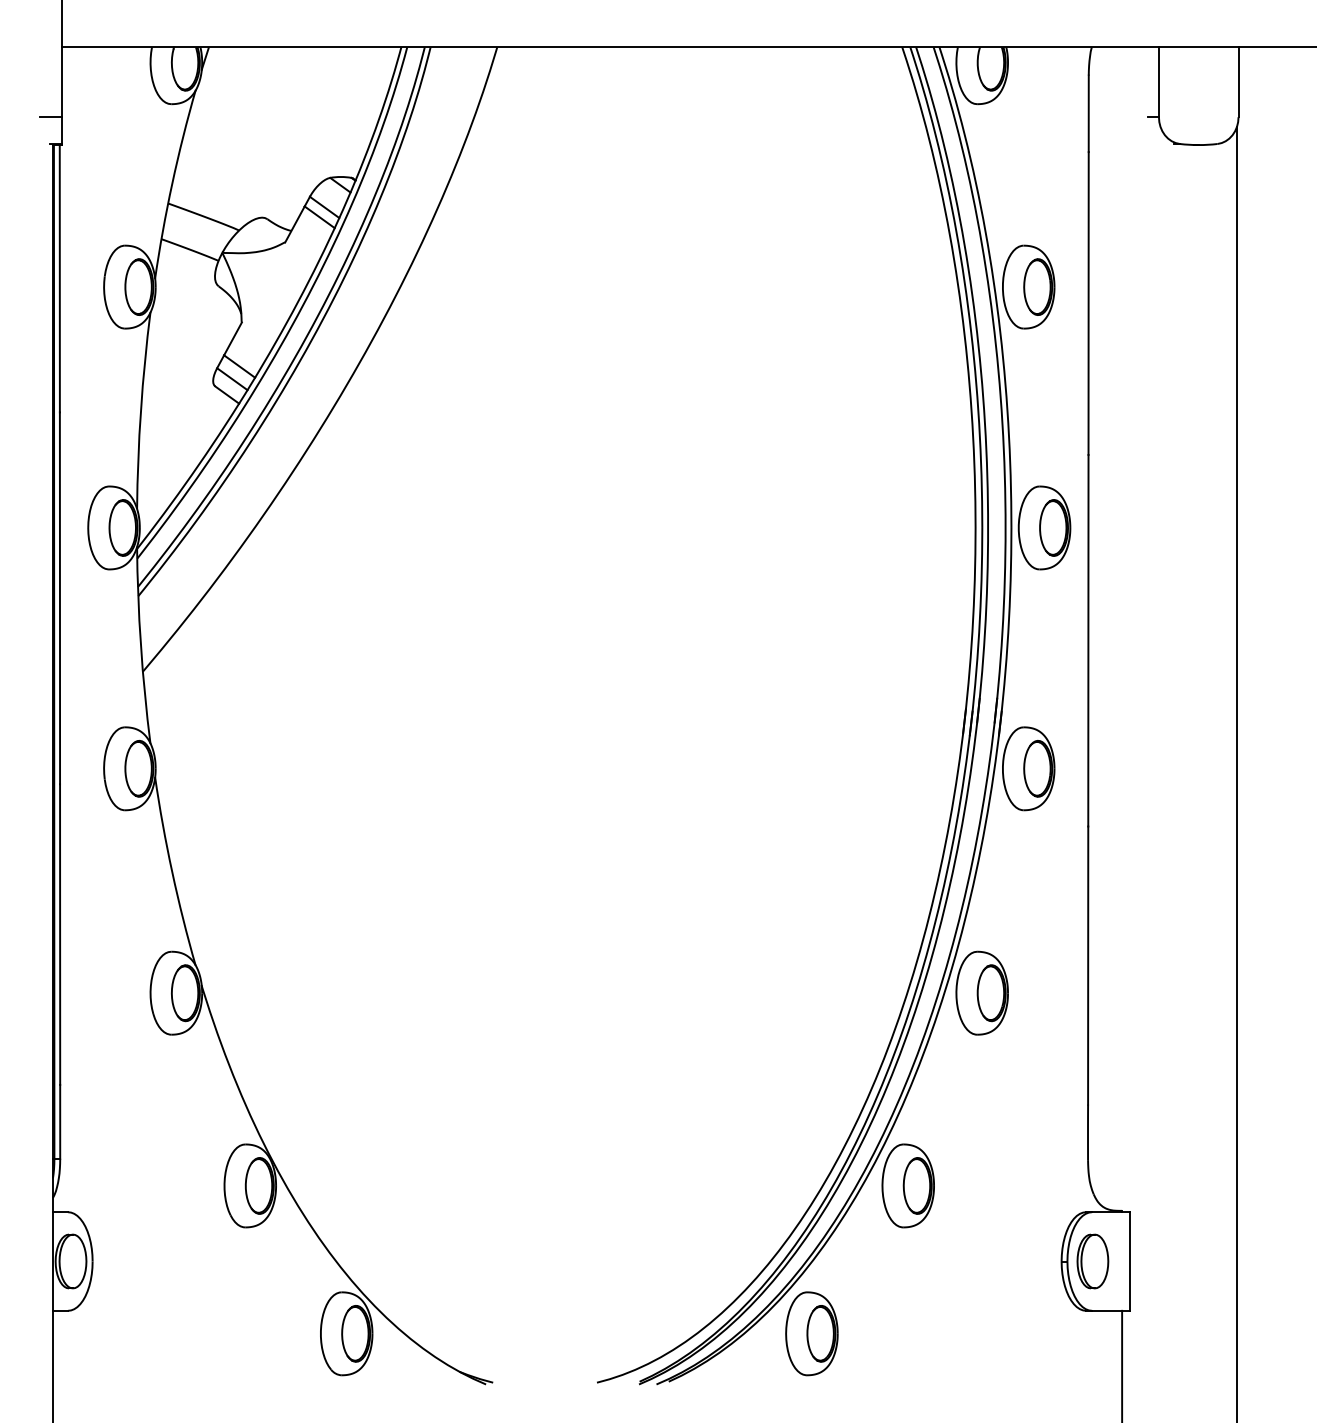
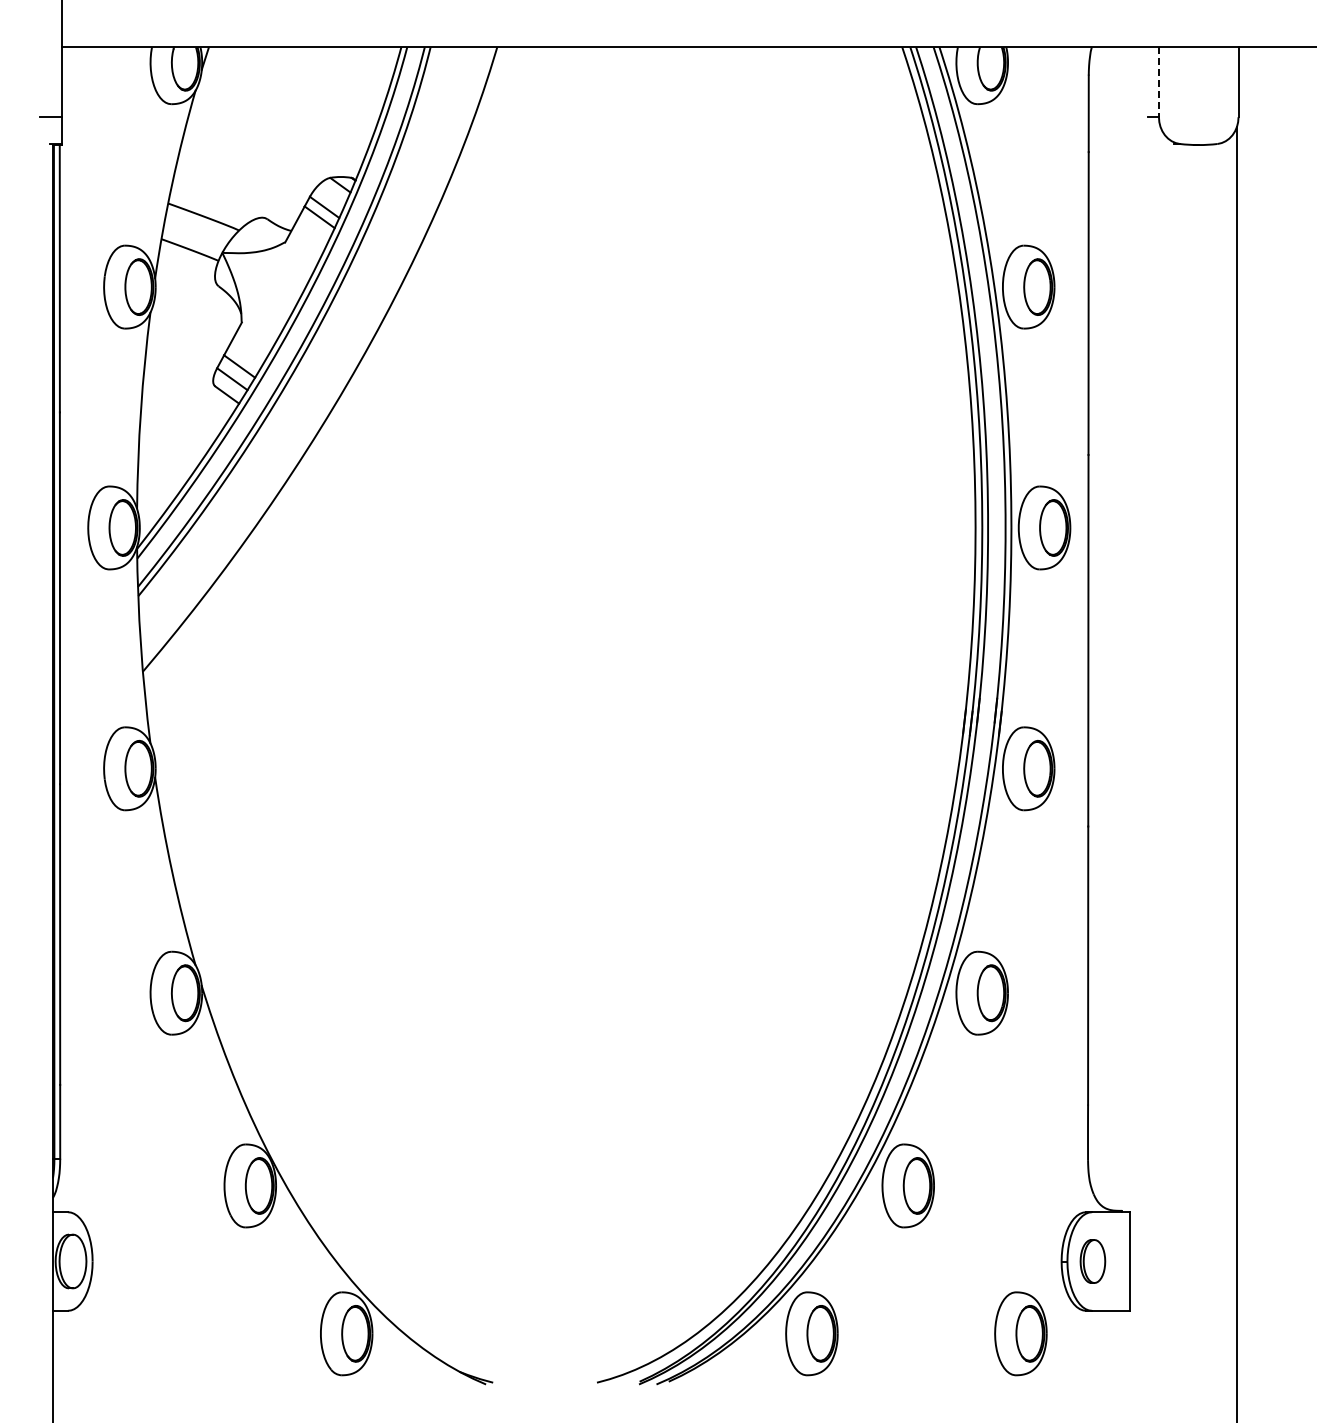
line at (1158, 82): solid -> dashed
part at (1092, 1261) size: 34x57 px -> 28x45 px
part at (1020, 1333): none -> present
line at (1122, 1364): present -> none
